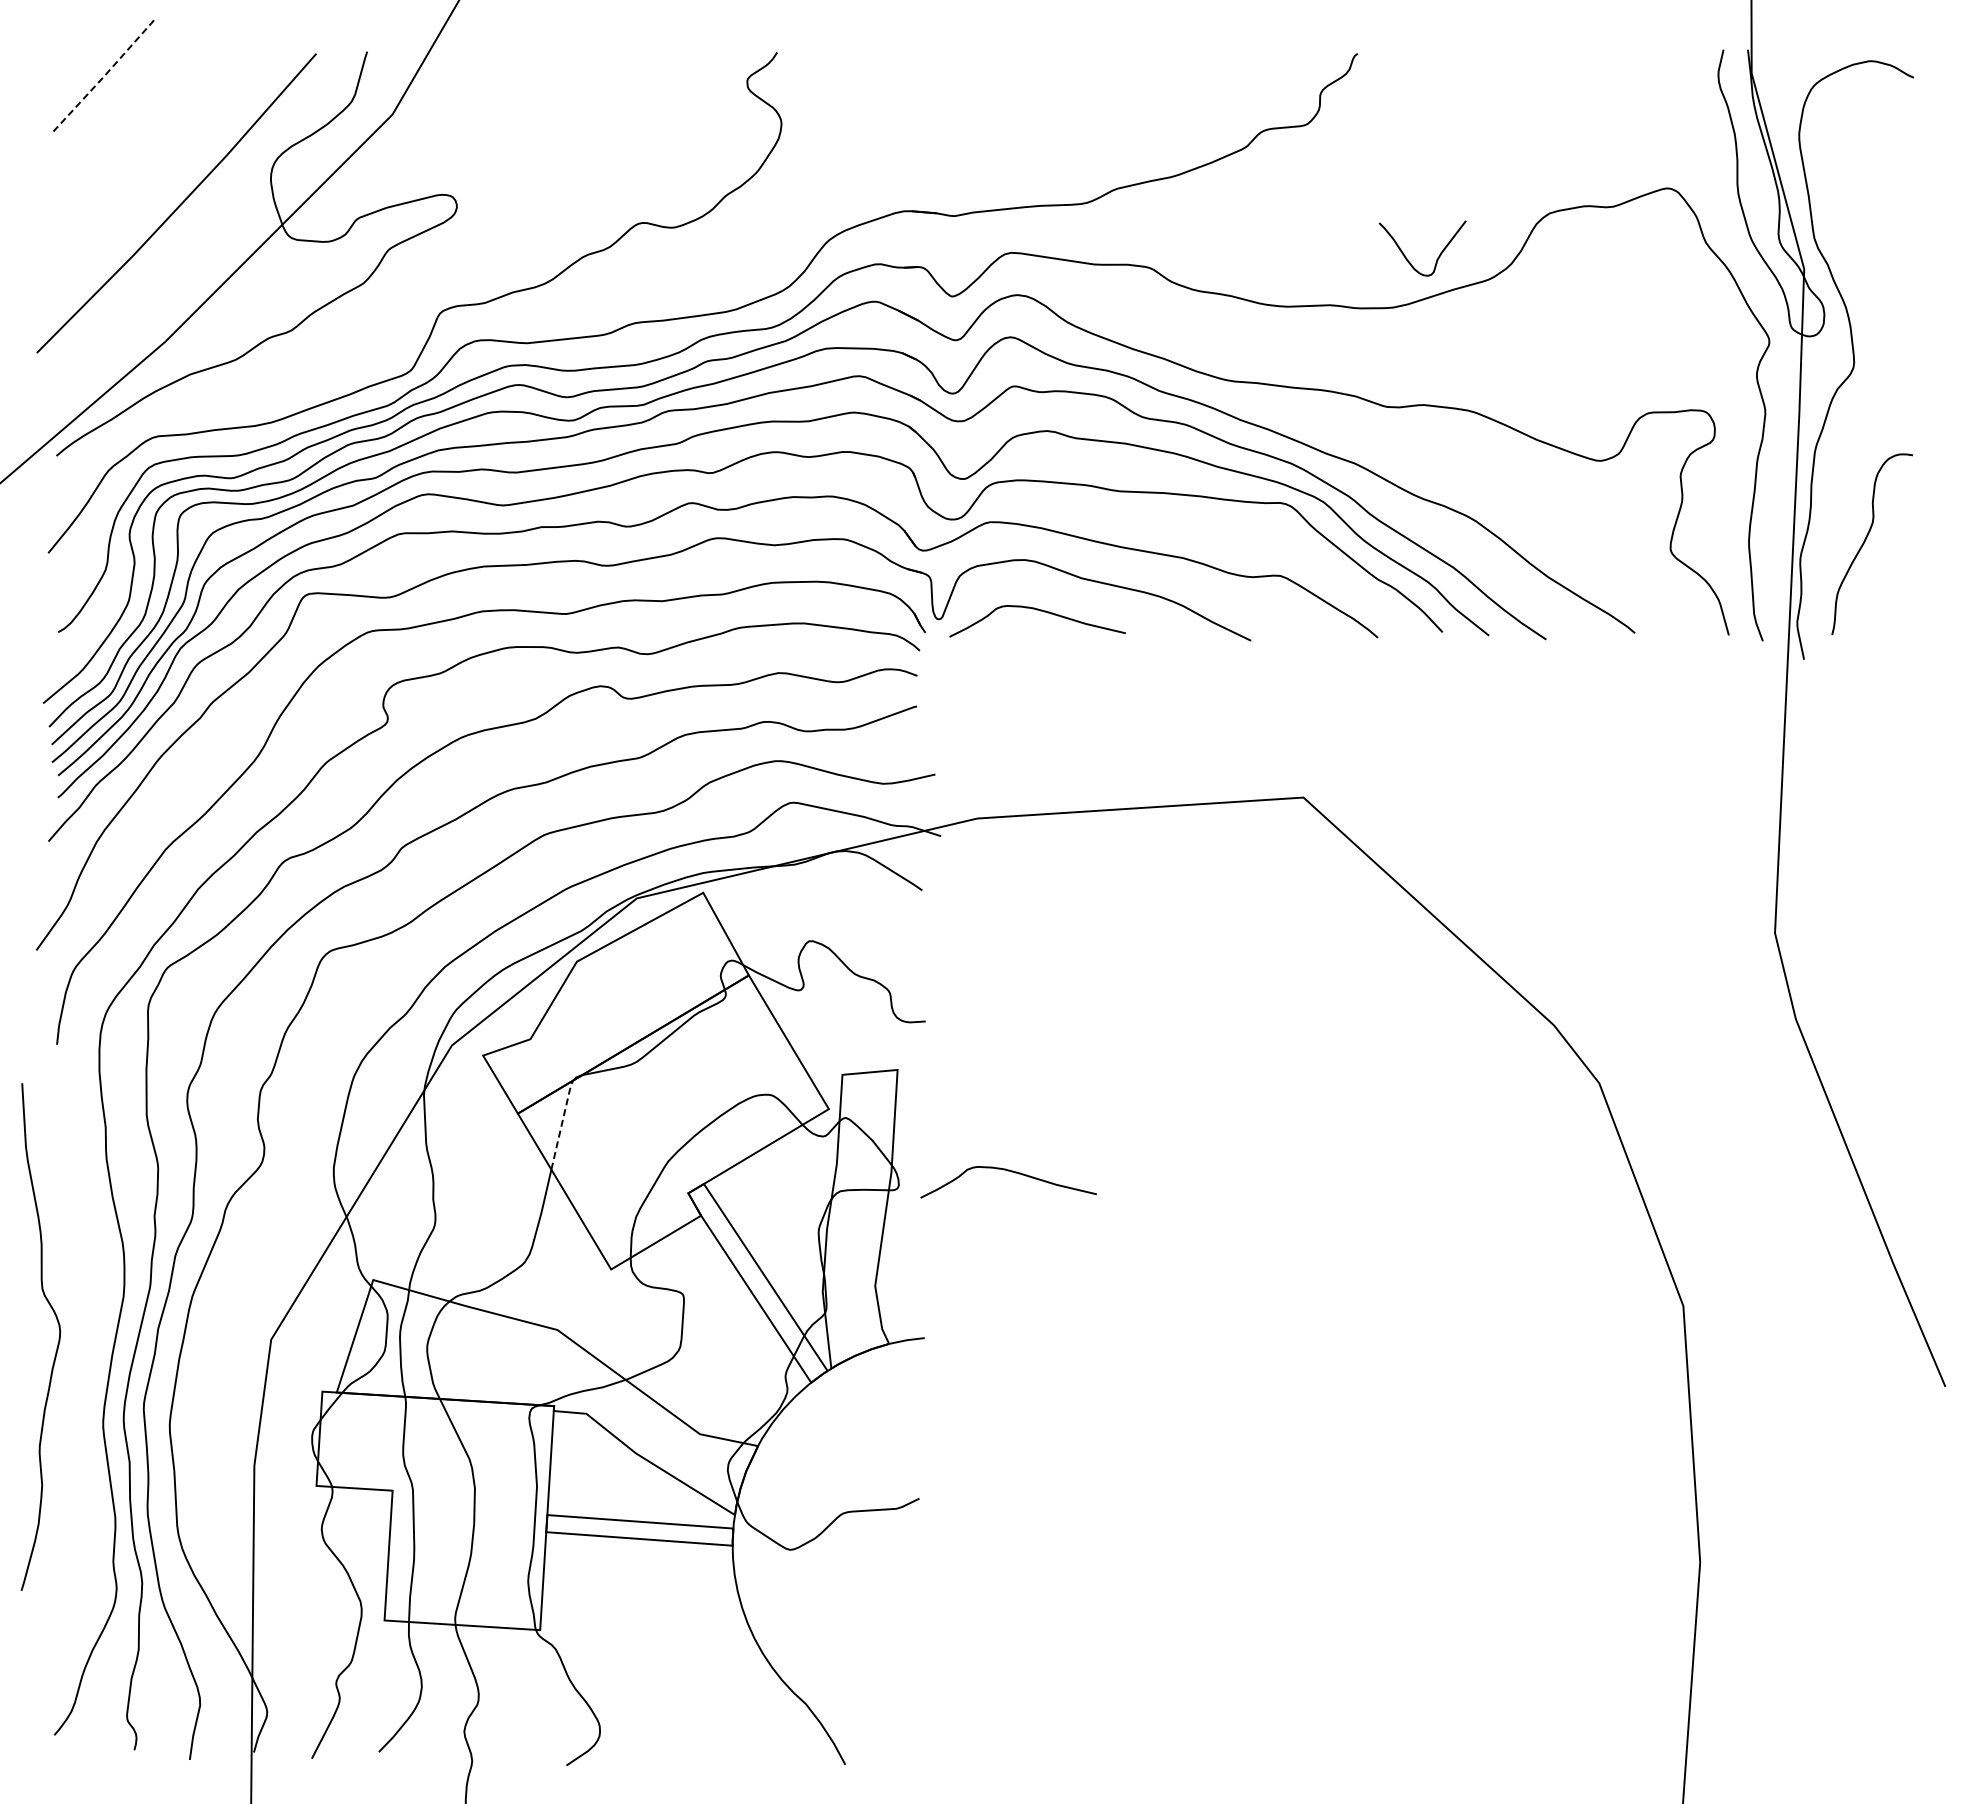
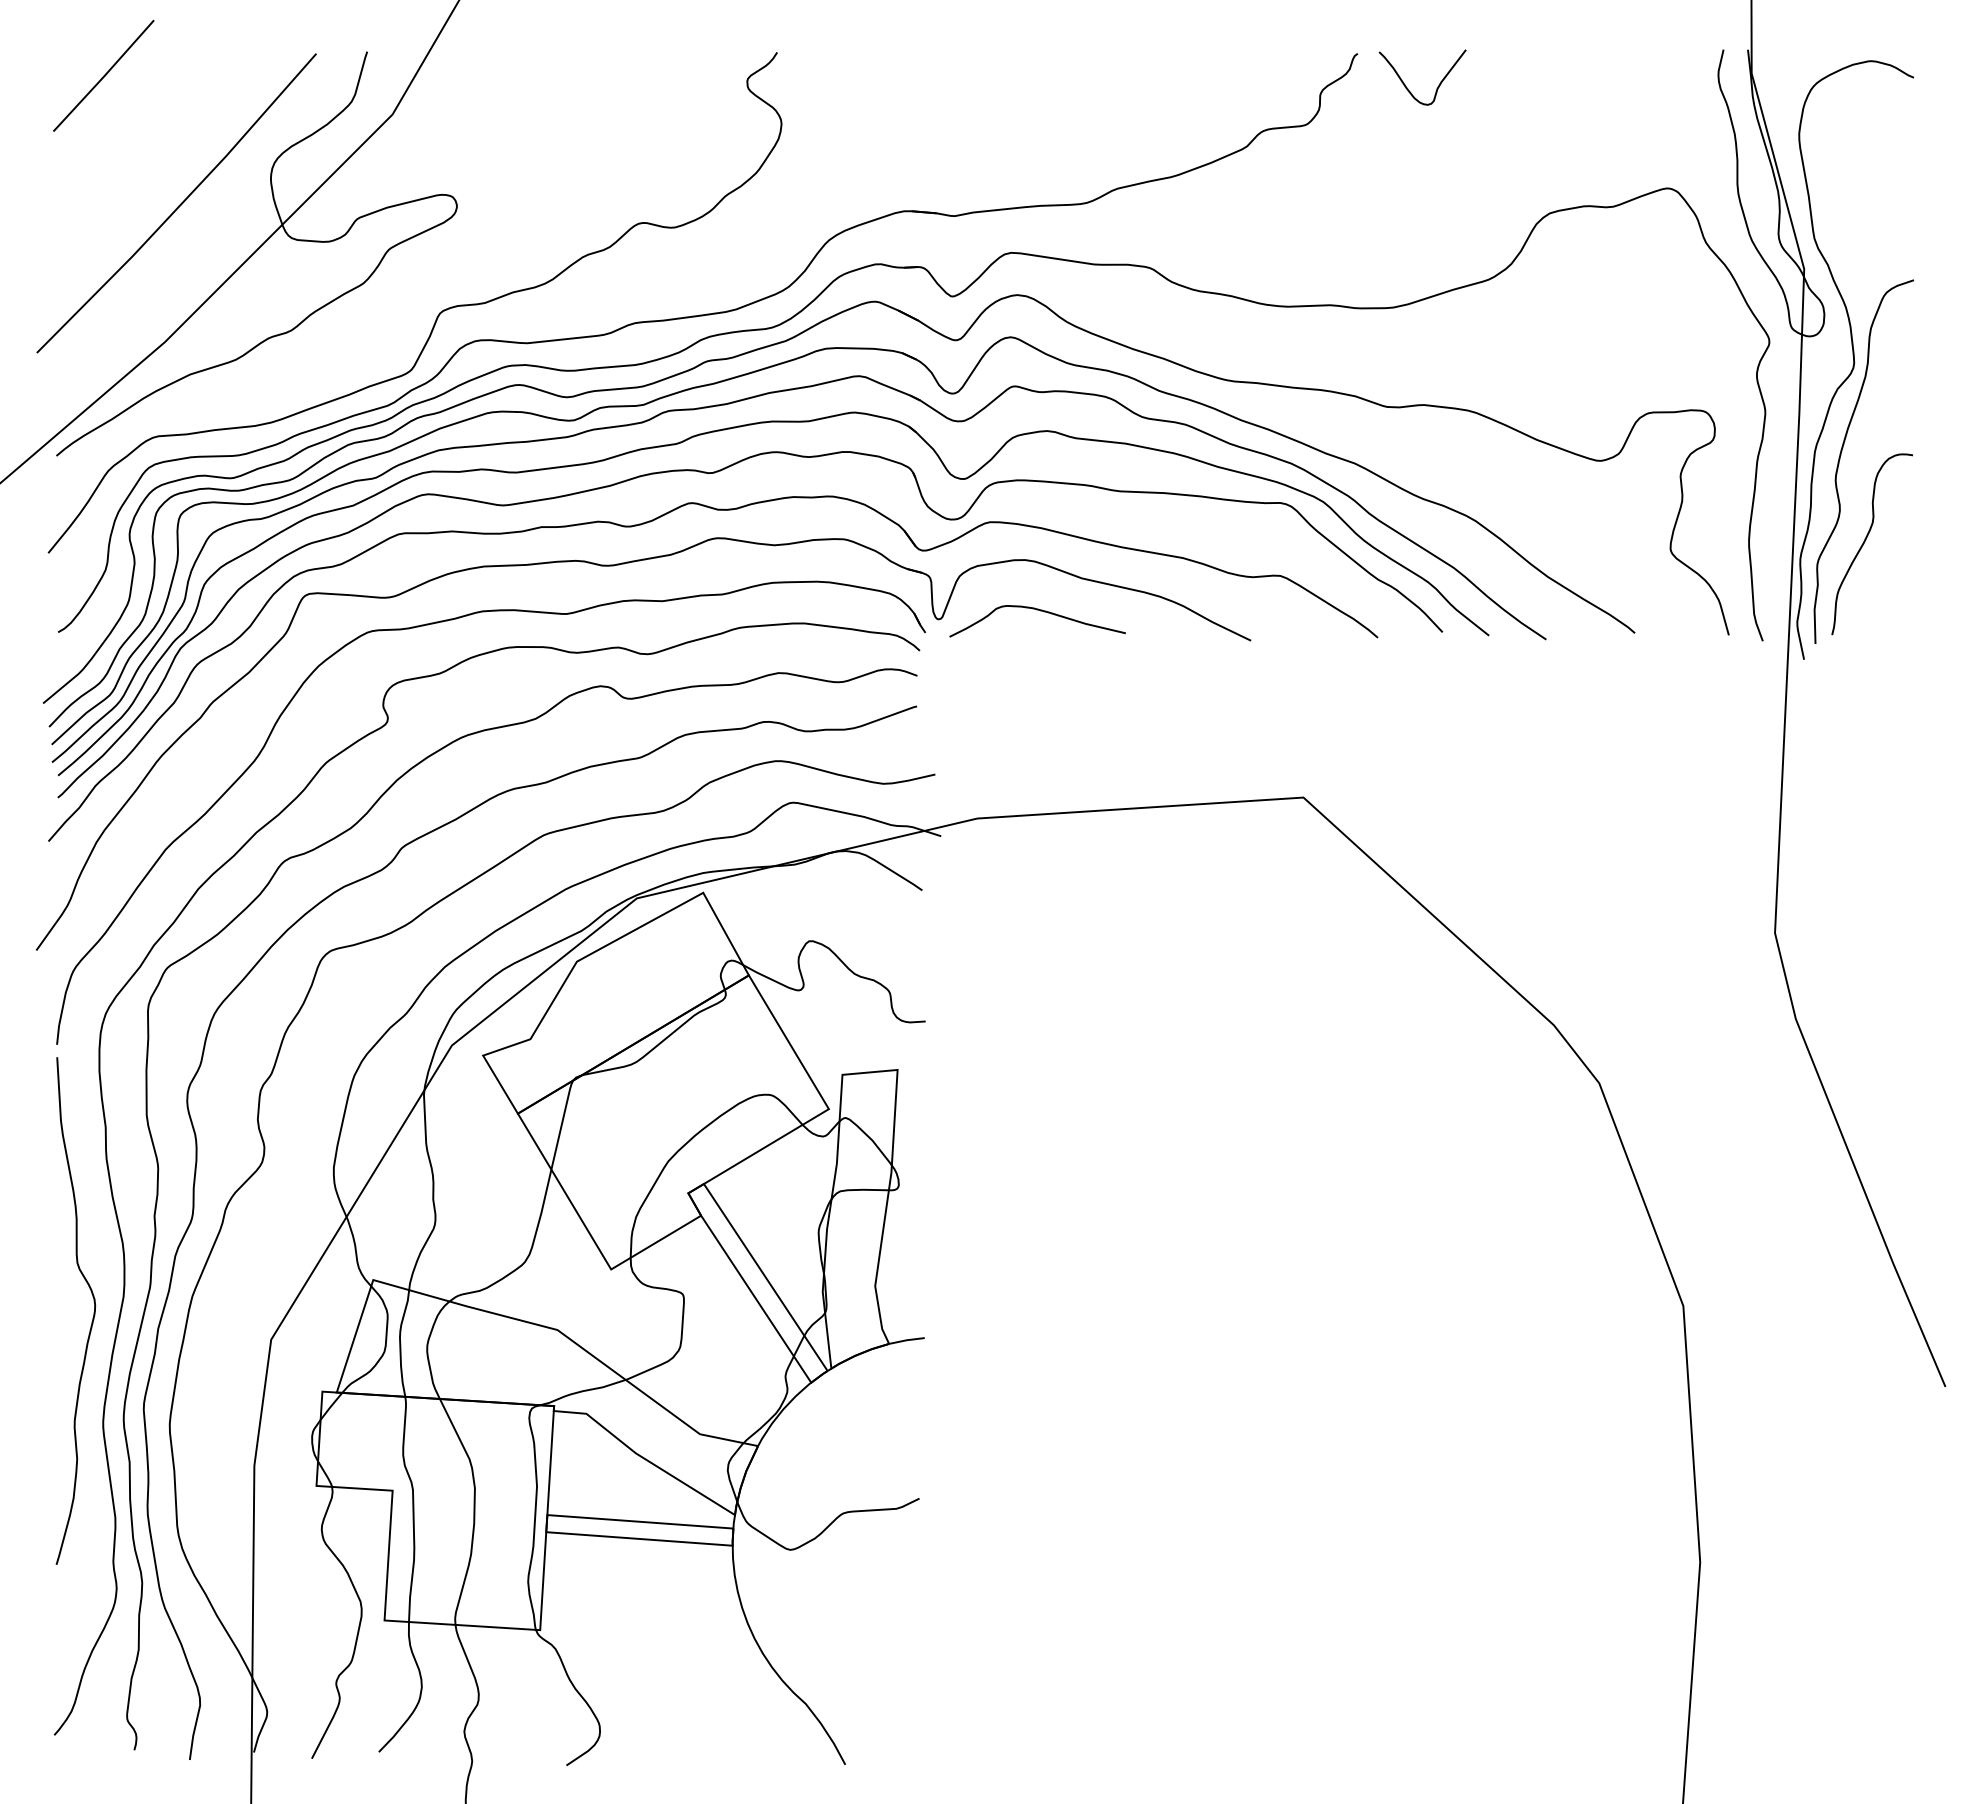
line at (104, 76): dashed -> solid
curve at (1437, 257) position: (1437, 257) -> (1437, 86)
curve at (1841, 455): none -> present
line at (562, 1122): dashed -> solid
curve at (1011, 1172): present -> none
curve at (58, 1338) position: (58, 1338) -> (93, 1312)
